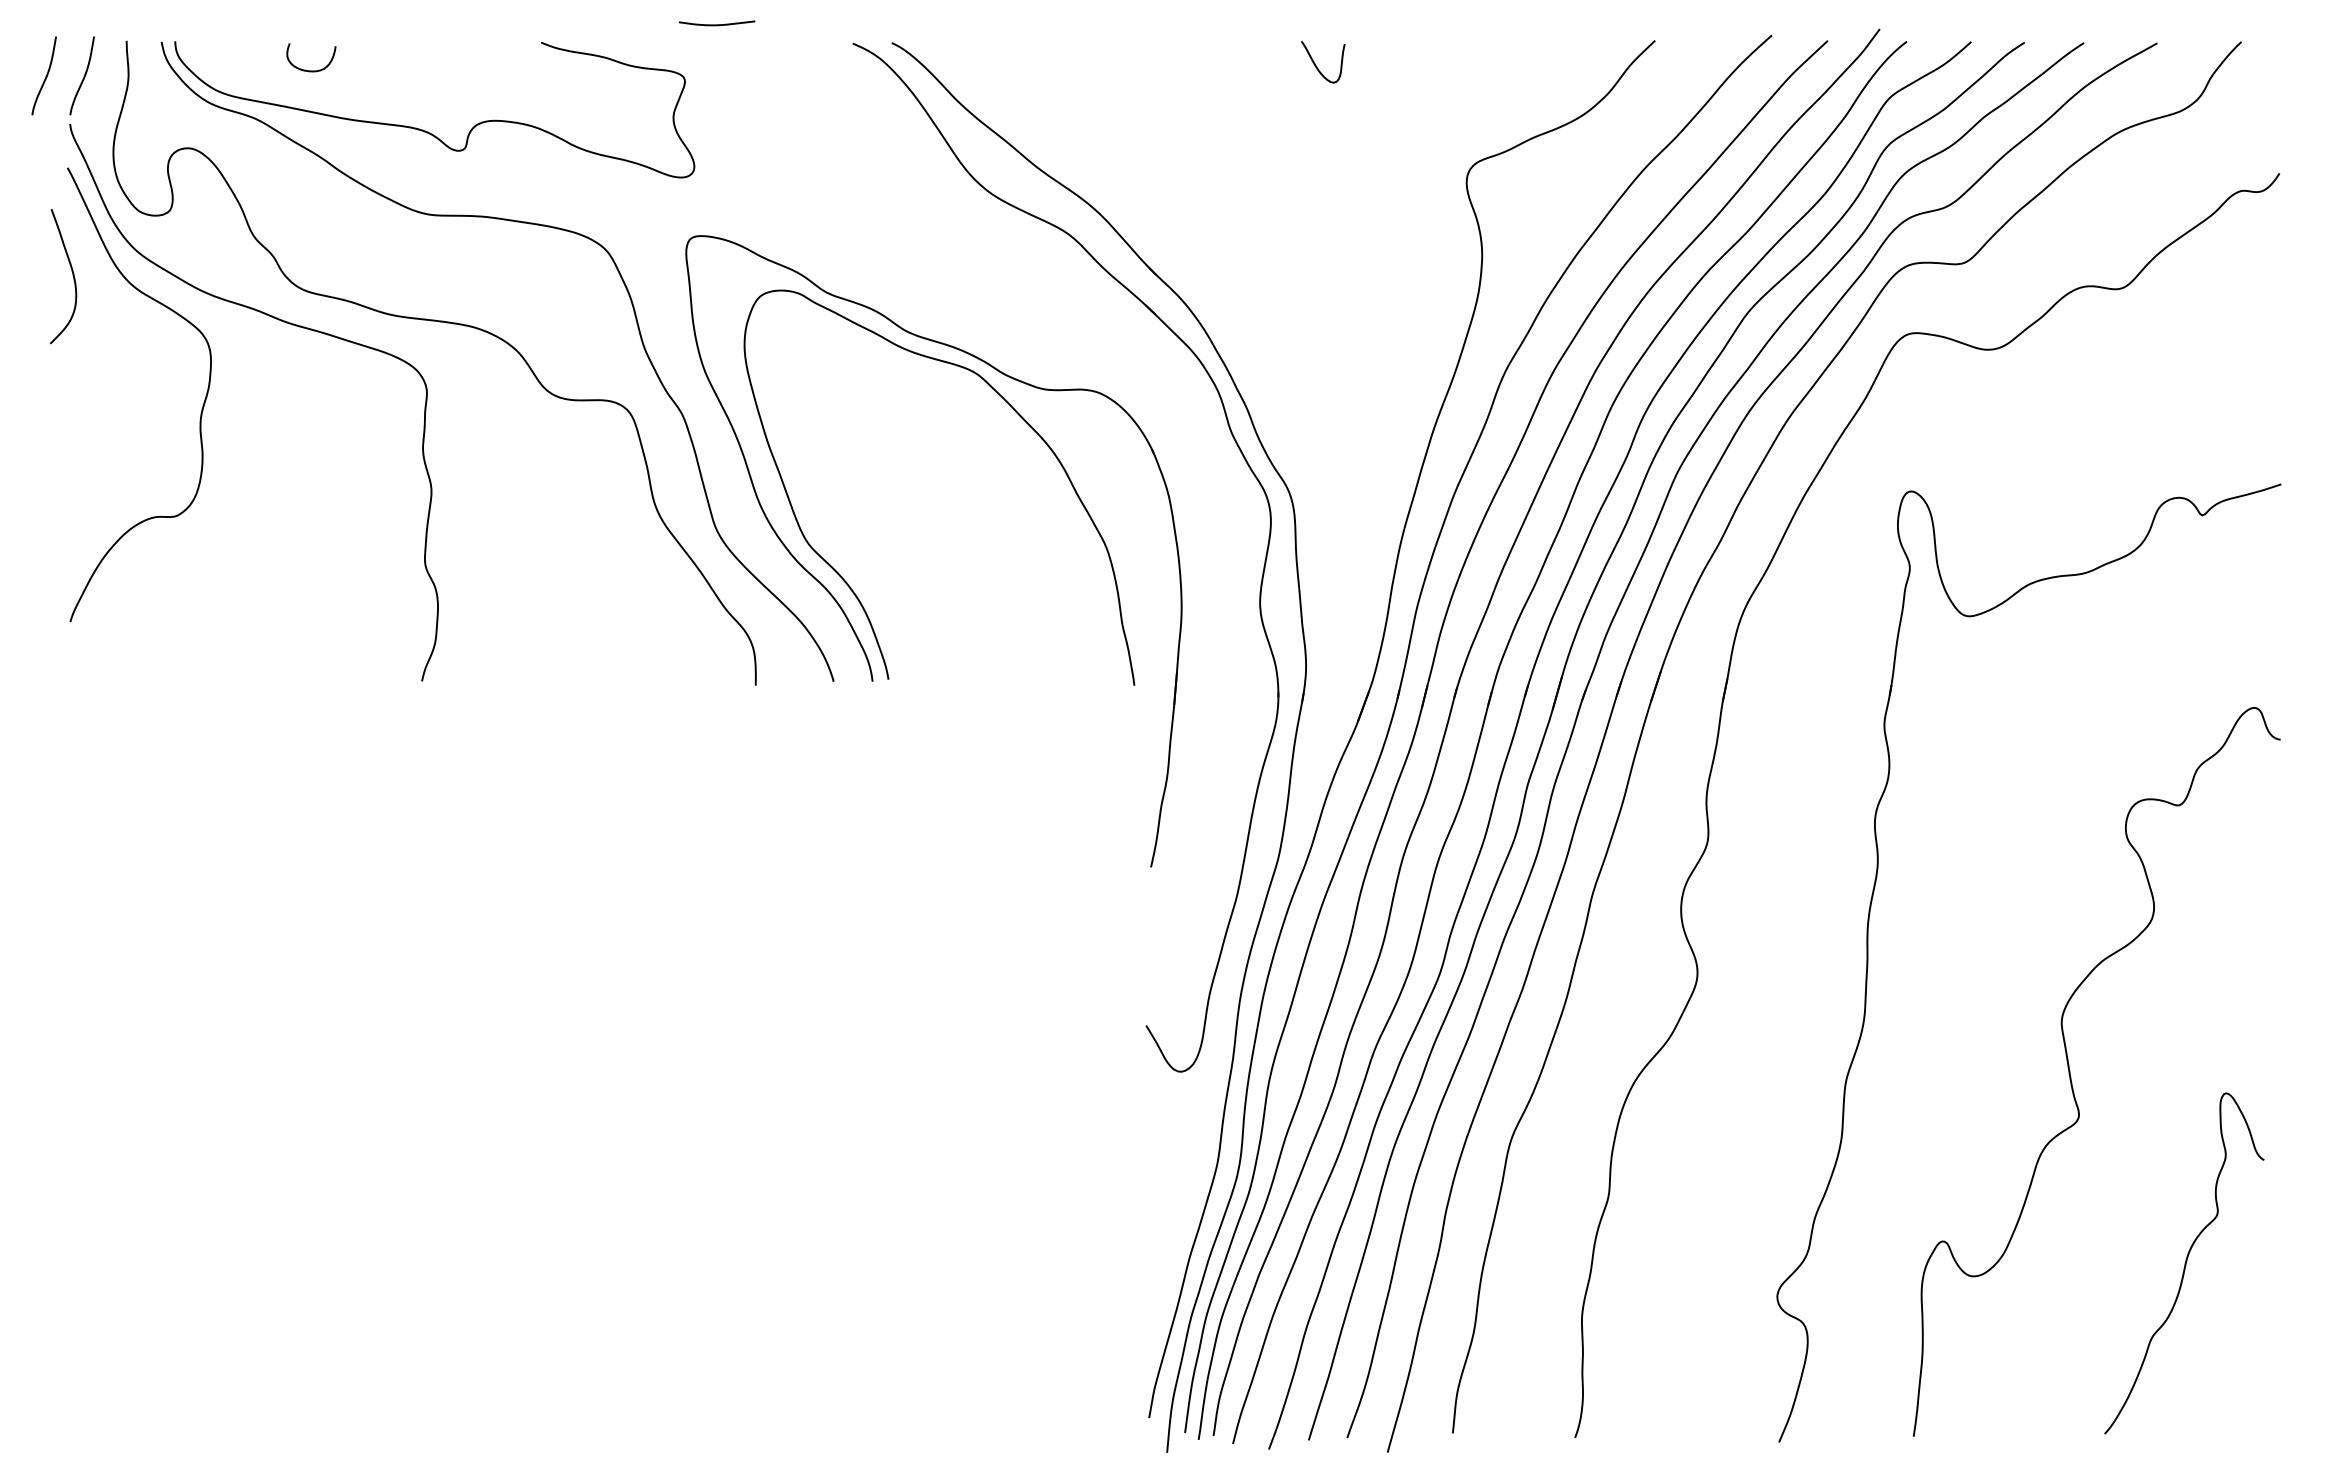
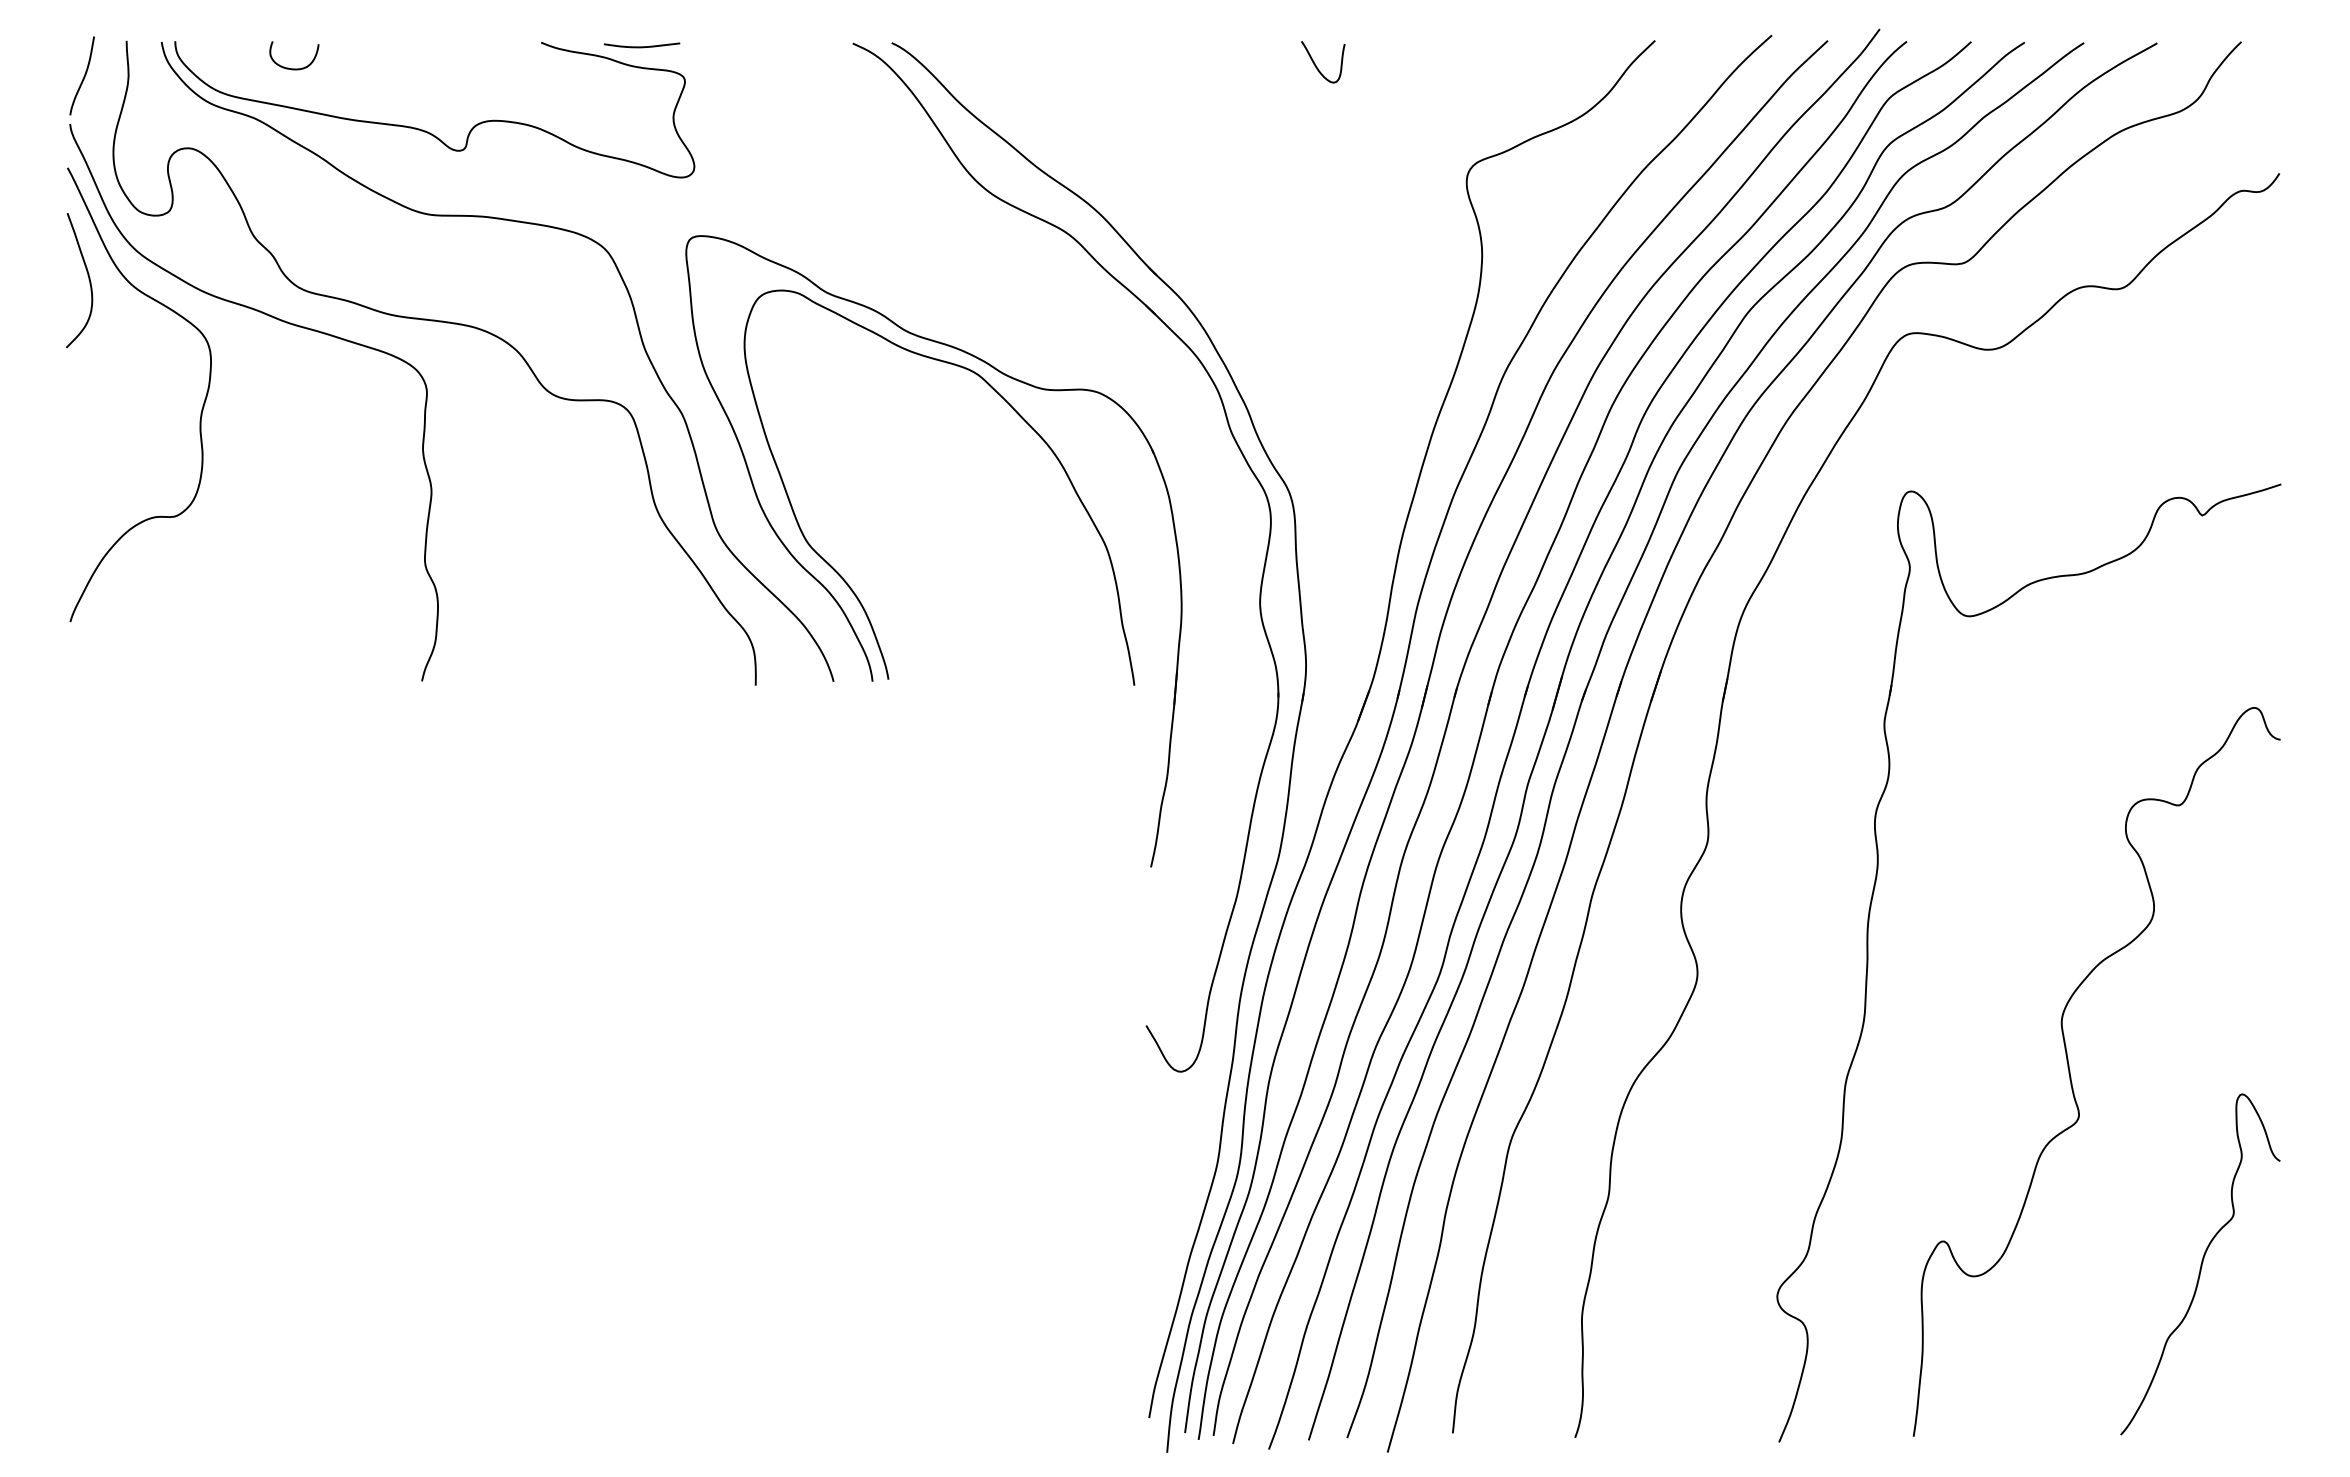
curve at (716, 24) position: (716, 24) -> (641, 46)
curve at (311, 70) position: (311, 70) -> (294, 68)
curve at (45, 76): present -> none
curve at (72, 275) position: (72, 275) -> (88, 279)
curve at (2184, 1263) position: (2184, 1263) -> (2200, 1264)
